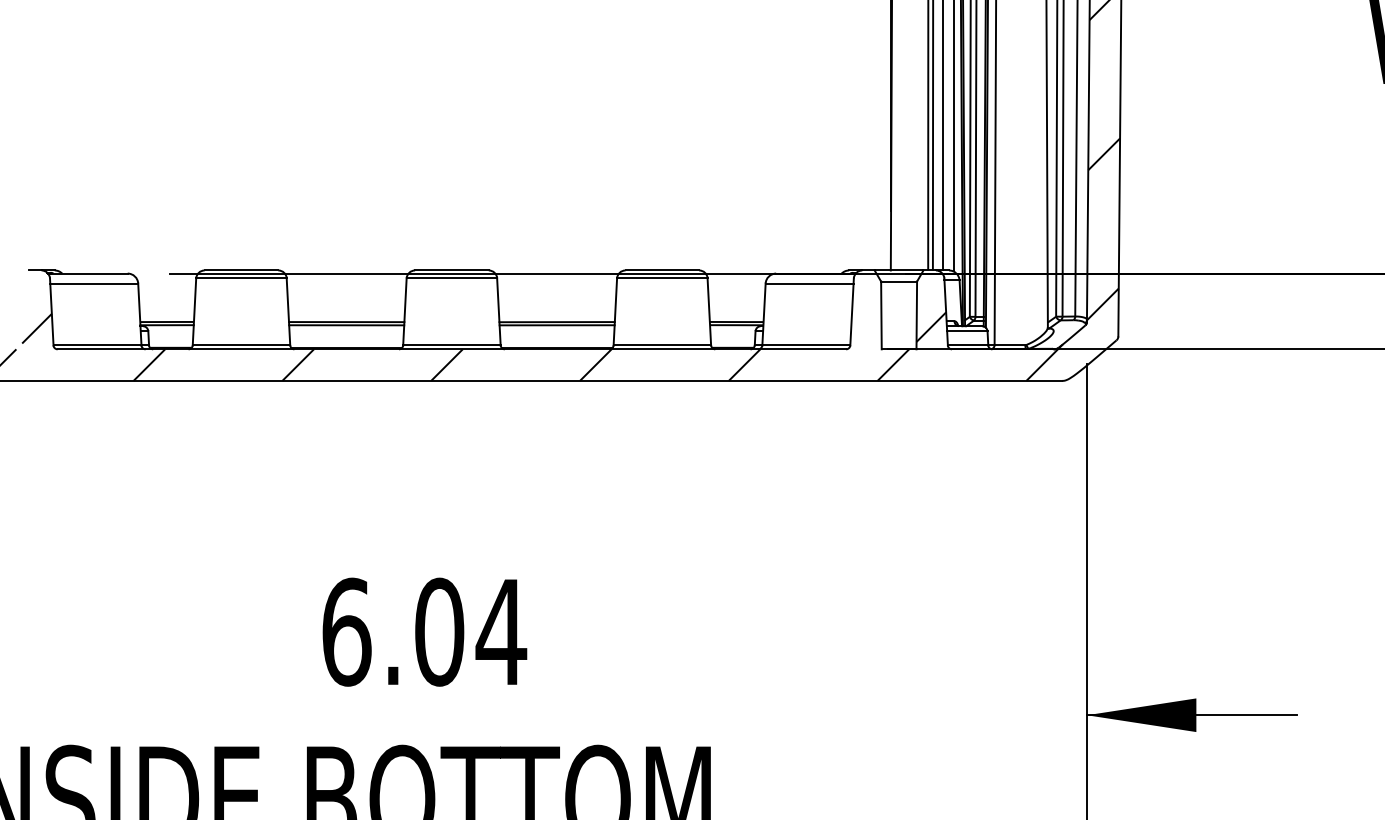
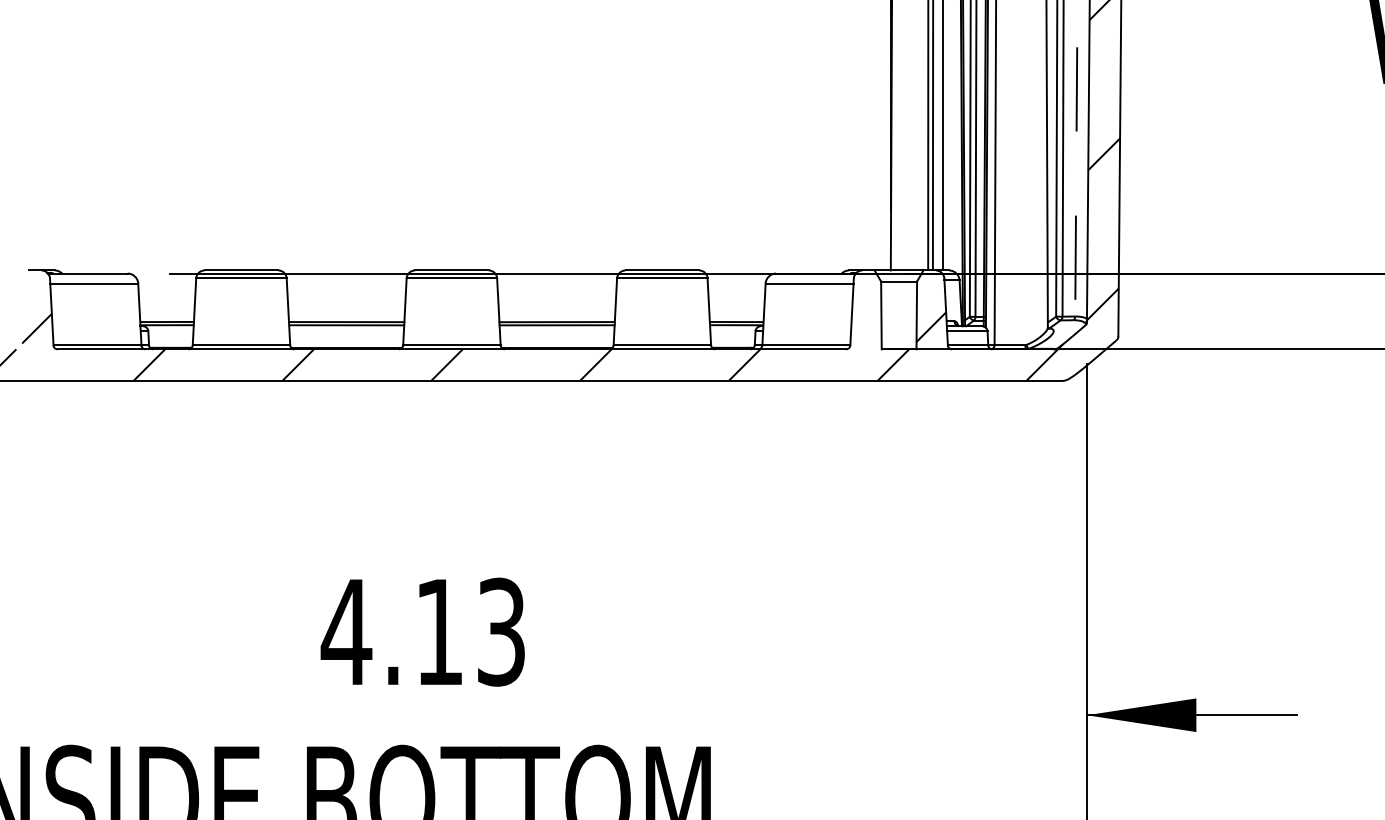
line at (953, 136): present -> none
line at (1076, 158): solid -> dashed
text at (423, 631): 6.04 -> 4.13
